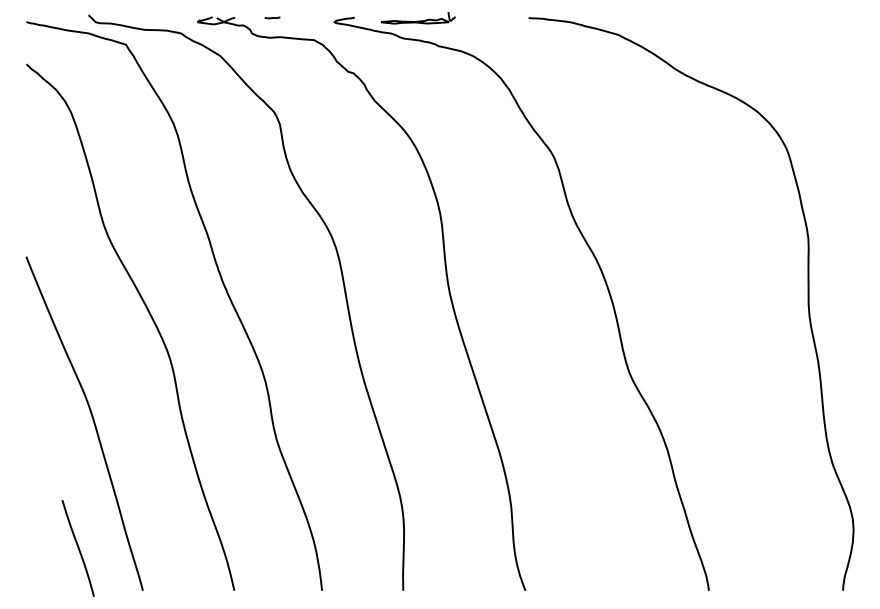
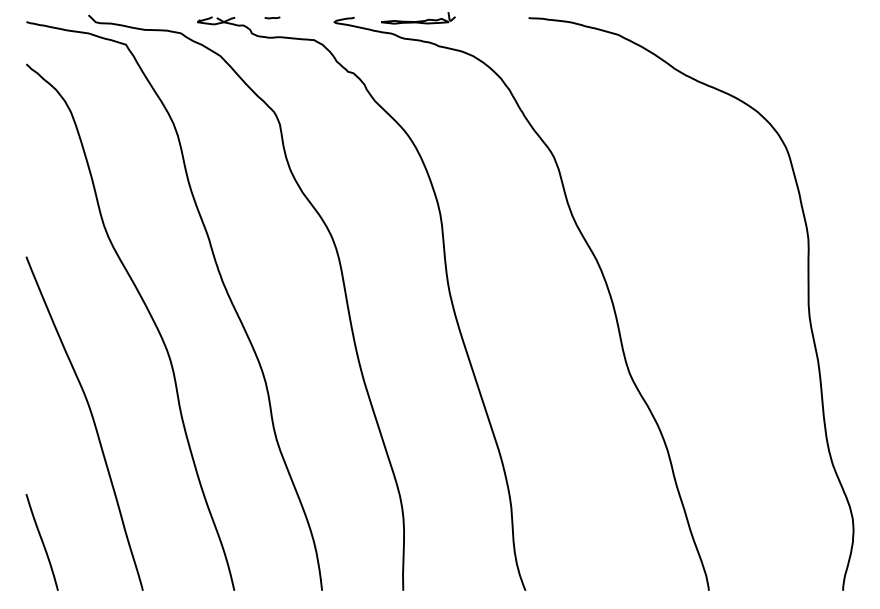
curve at (77, 548) position: (77, 548) -> (41, 542)
